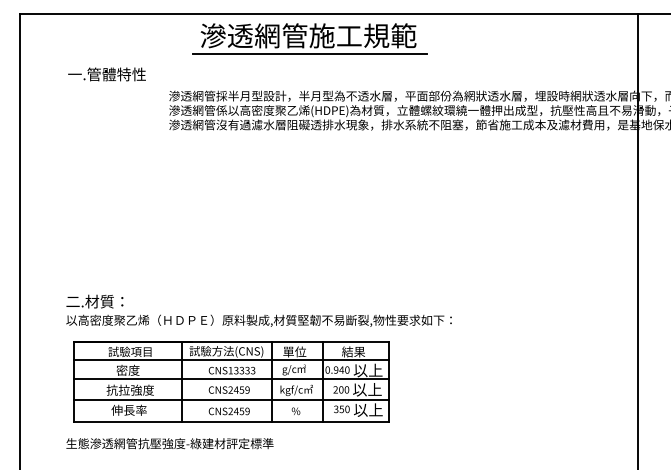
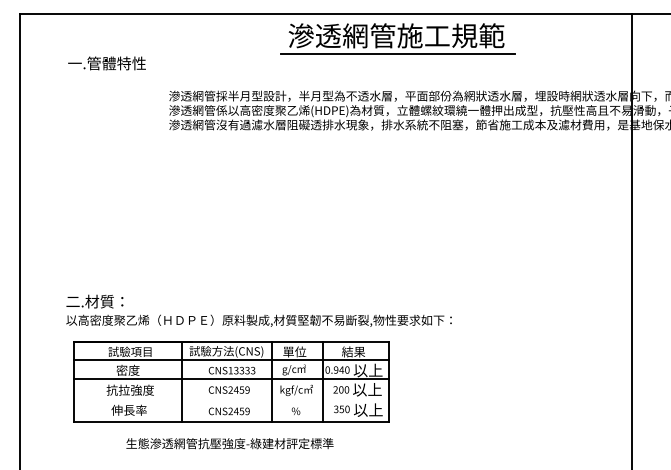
part at (309, 38) position: (309, 38) -> (397, 38)
text at (106, 74) position: (106, 74) -> (106, 63)
line at (638, 240) position: (638, 240) -> (632, 240)
line at (230, 400): present -> none
text at (169, 443) position: (169, 443) -> (229, 443)
